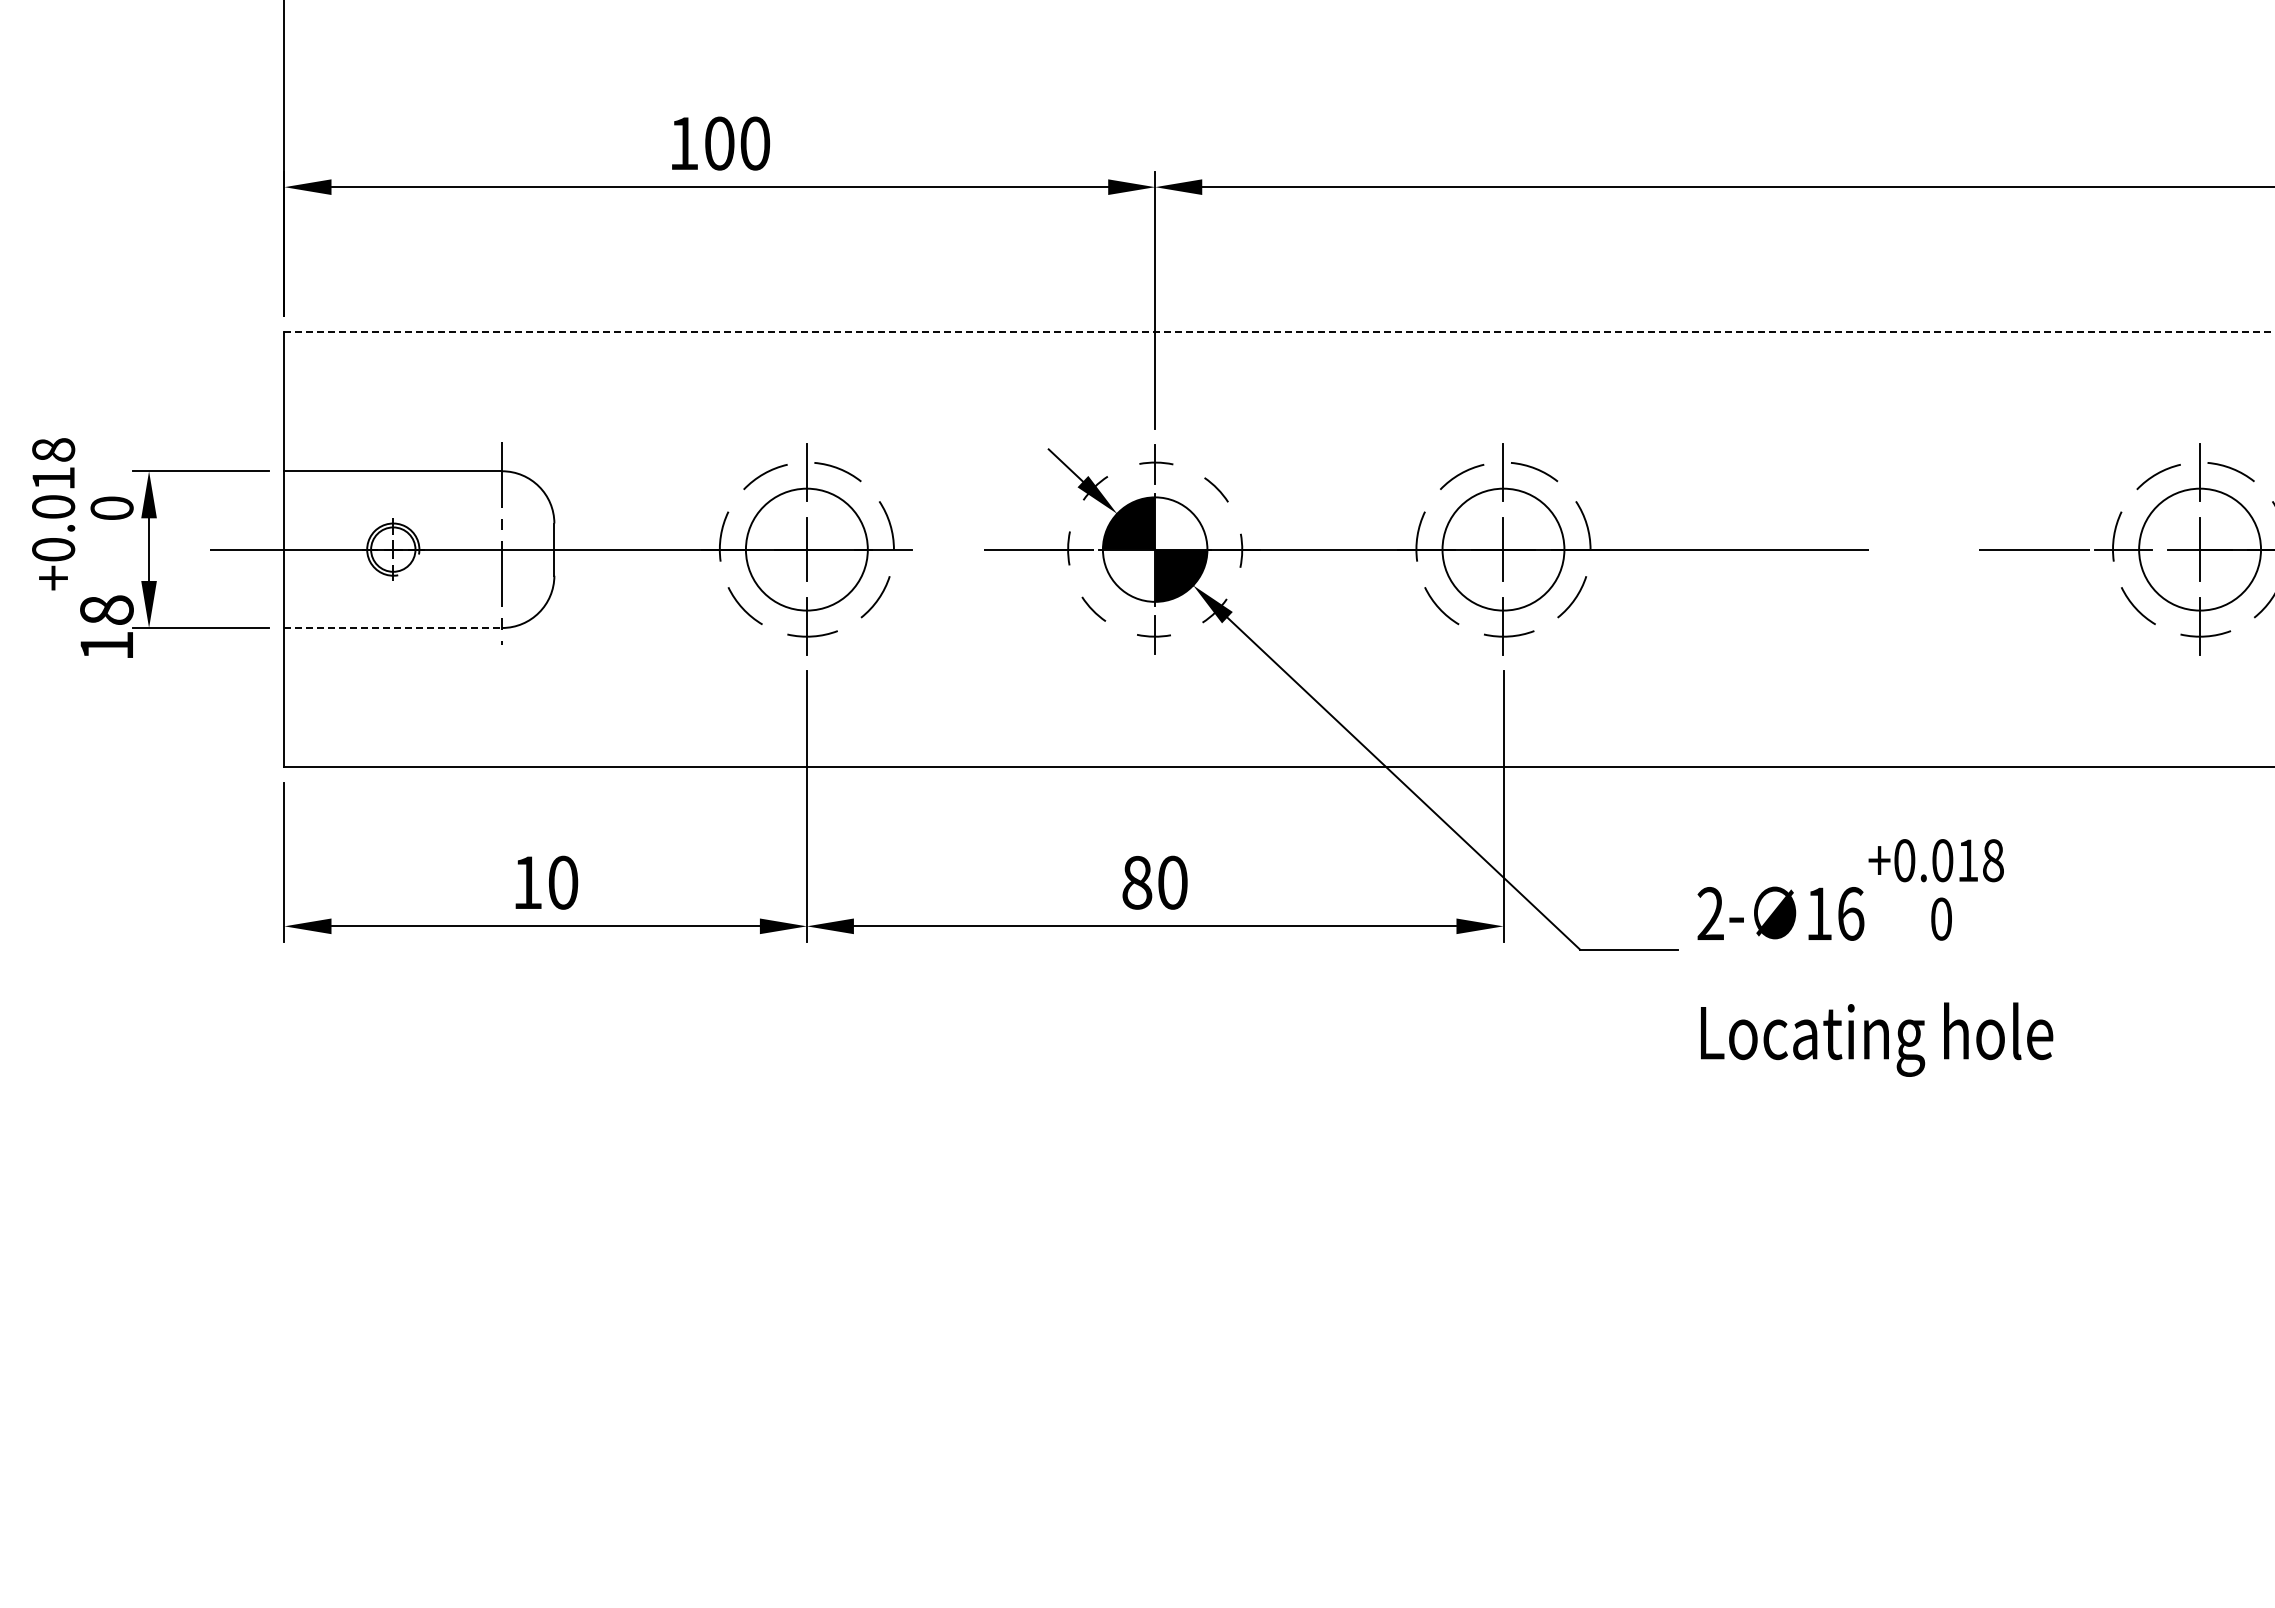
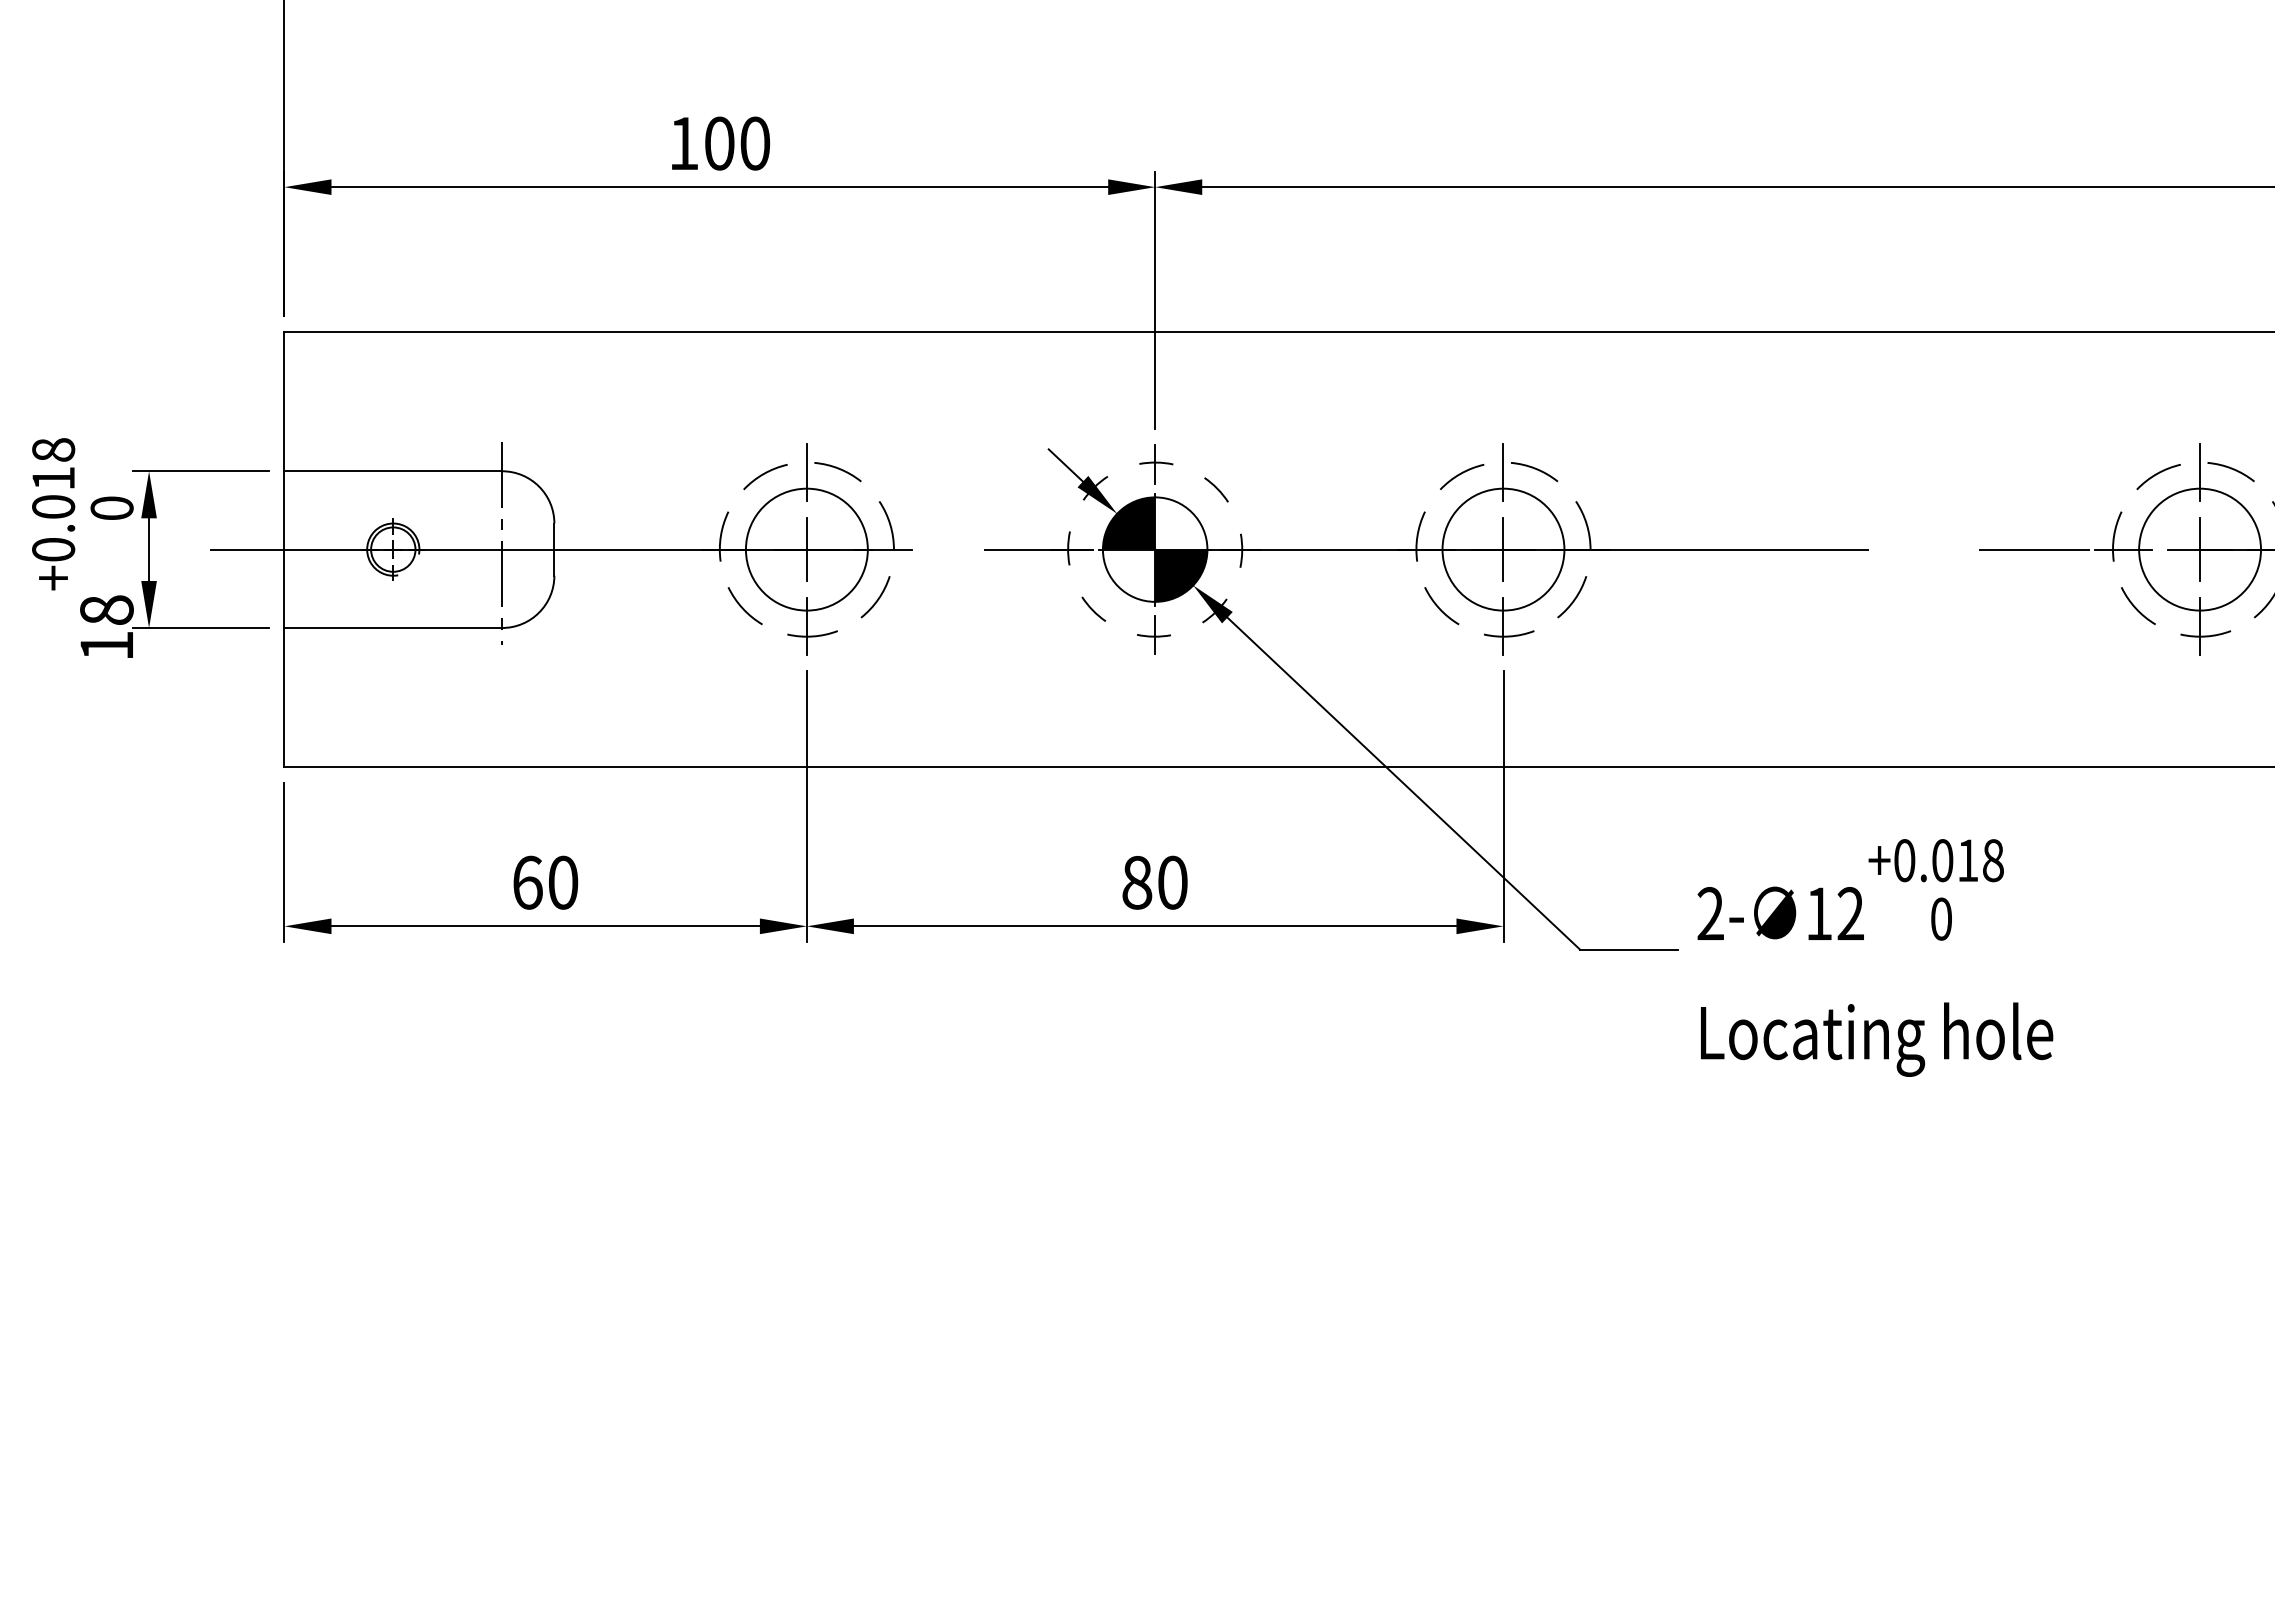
line at (1279, 331): dashed -> solid
line at (393, 628): dashed -> solid
text at (527, 882): 10 -> 60
text at (1850, 913): 16 -> 12
